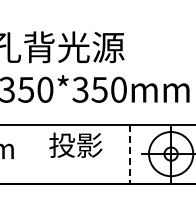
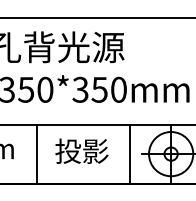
line at (97, 18): none -> present
text at (75, 144) position: (75, 144) -> (81, 150)
line at (37, 153): none -> present
line at (129, 154): dashed -> solid
